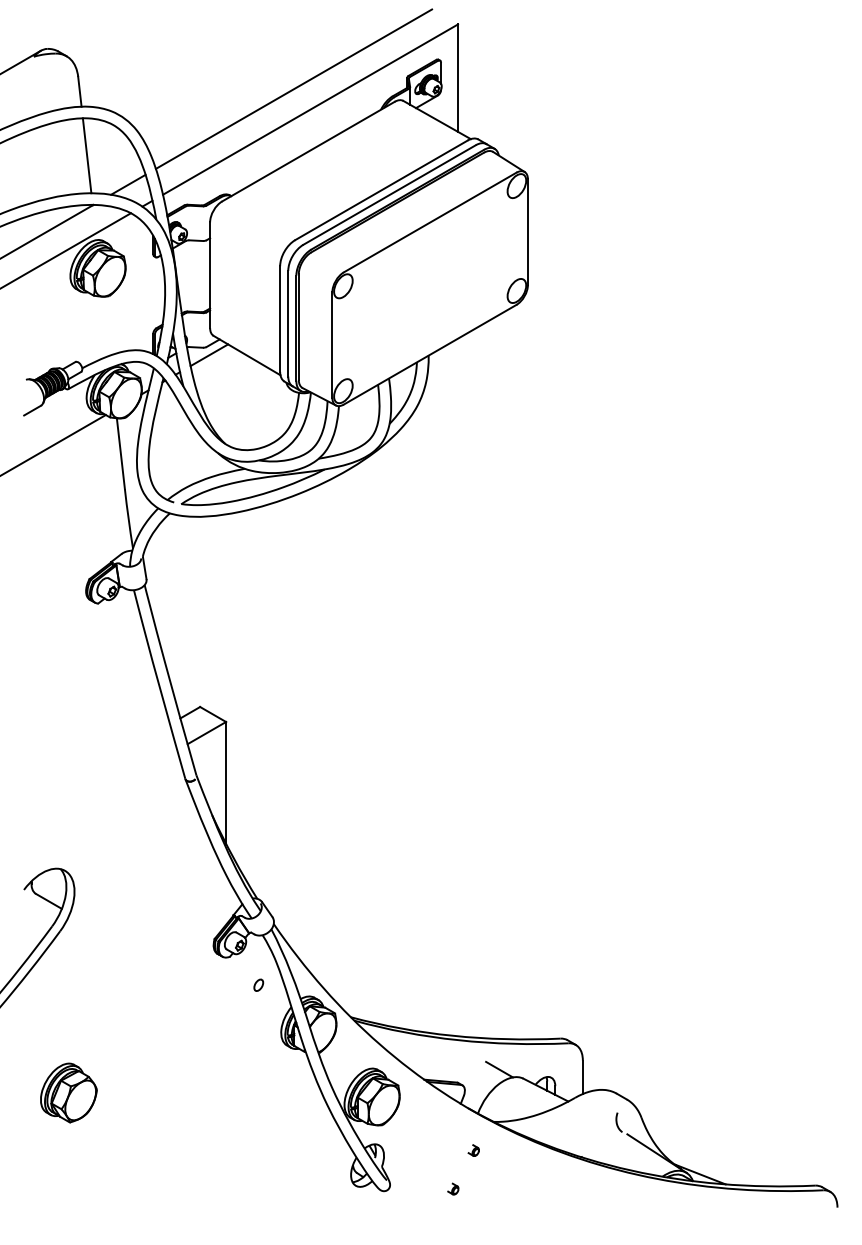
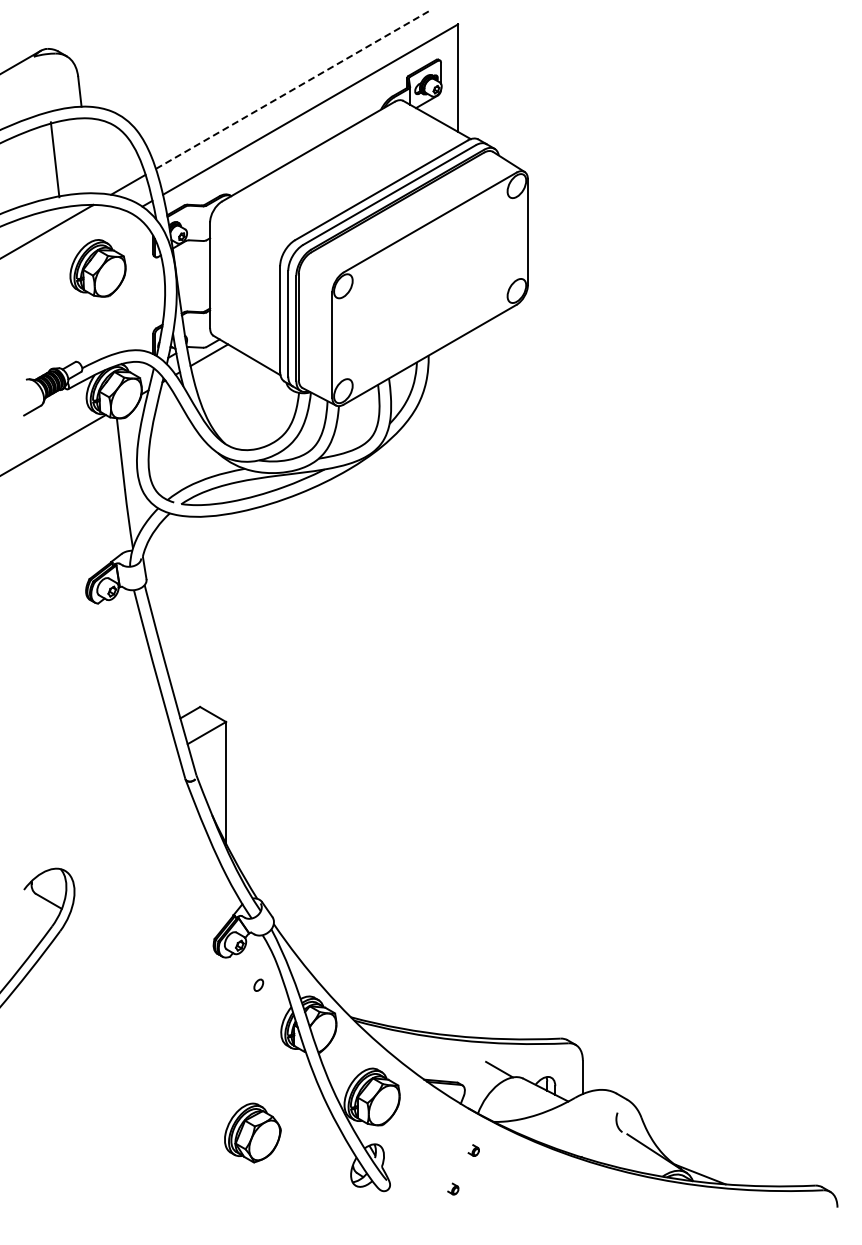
line at (294, 88): solid -> dashed
line at (86, 155) position: (86, 155) -> (54, 159)
line at (66, 250): present -> none
part at (68, 1092) position: (68, 1092) -> (252, 1132)
